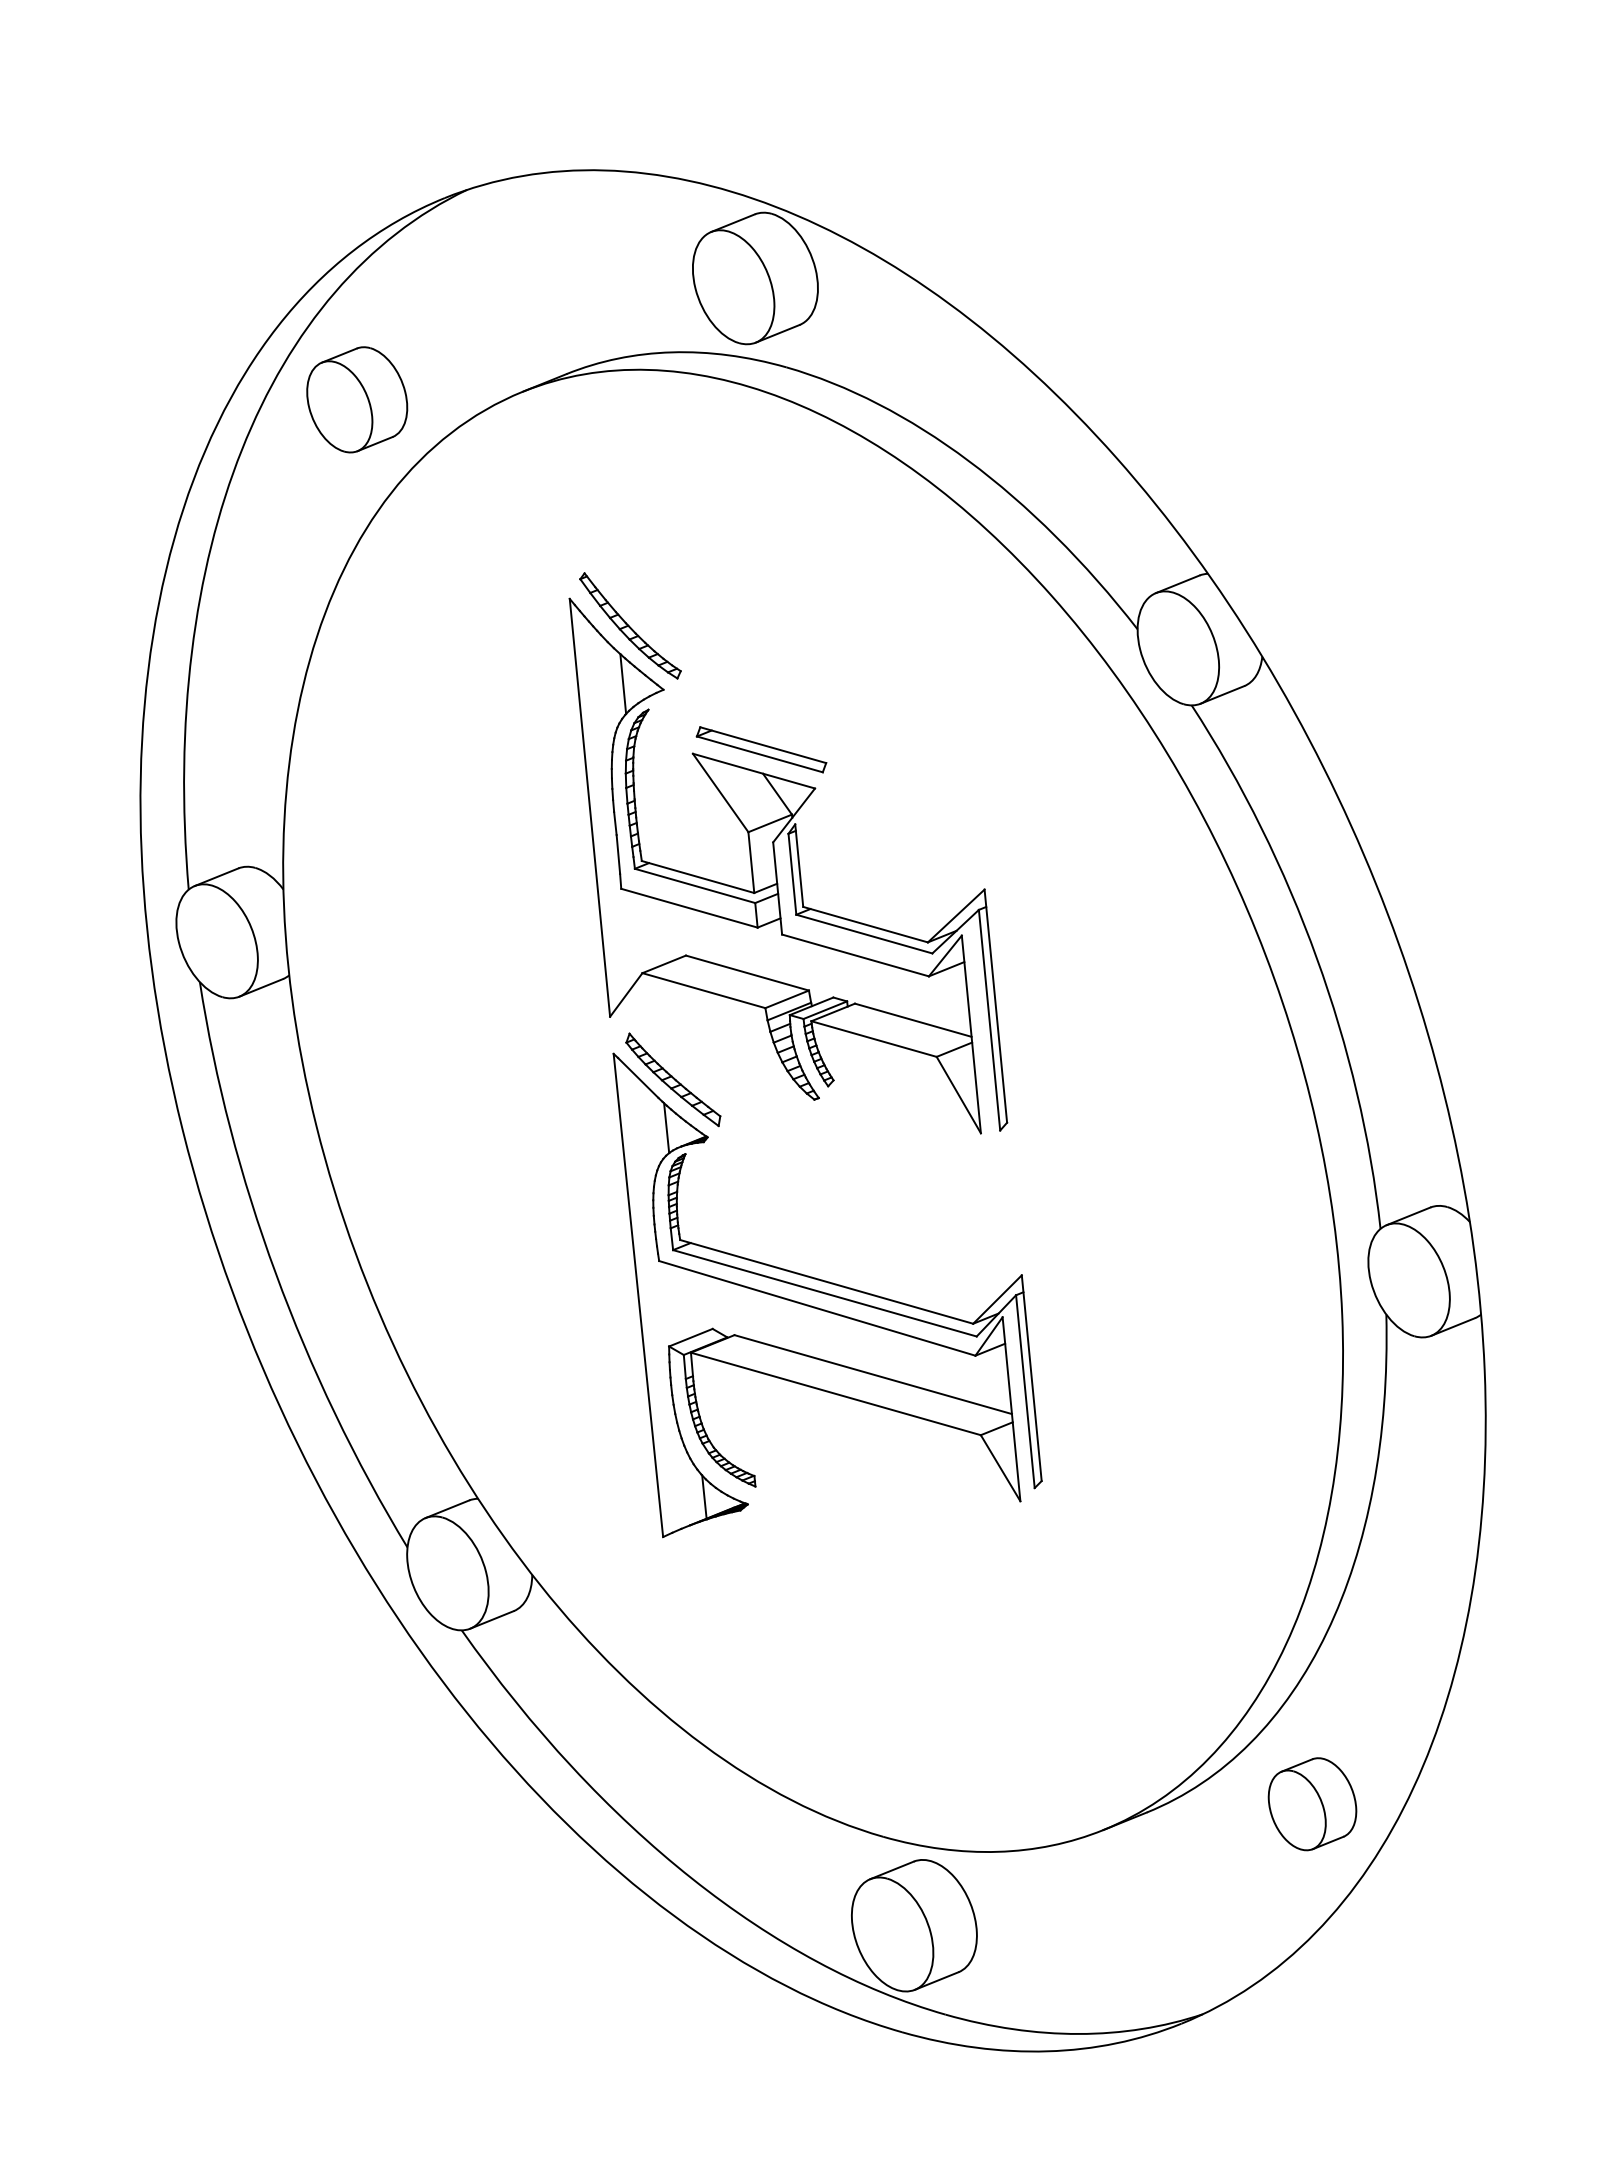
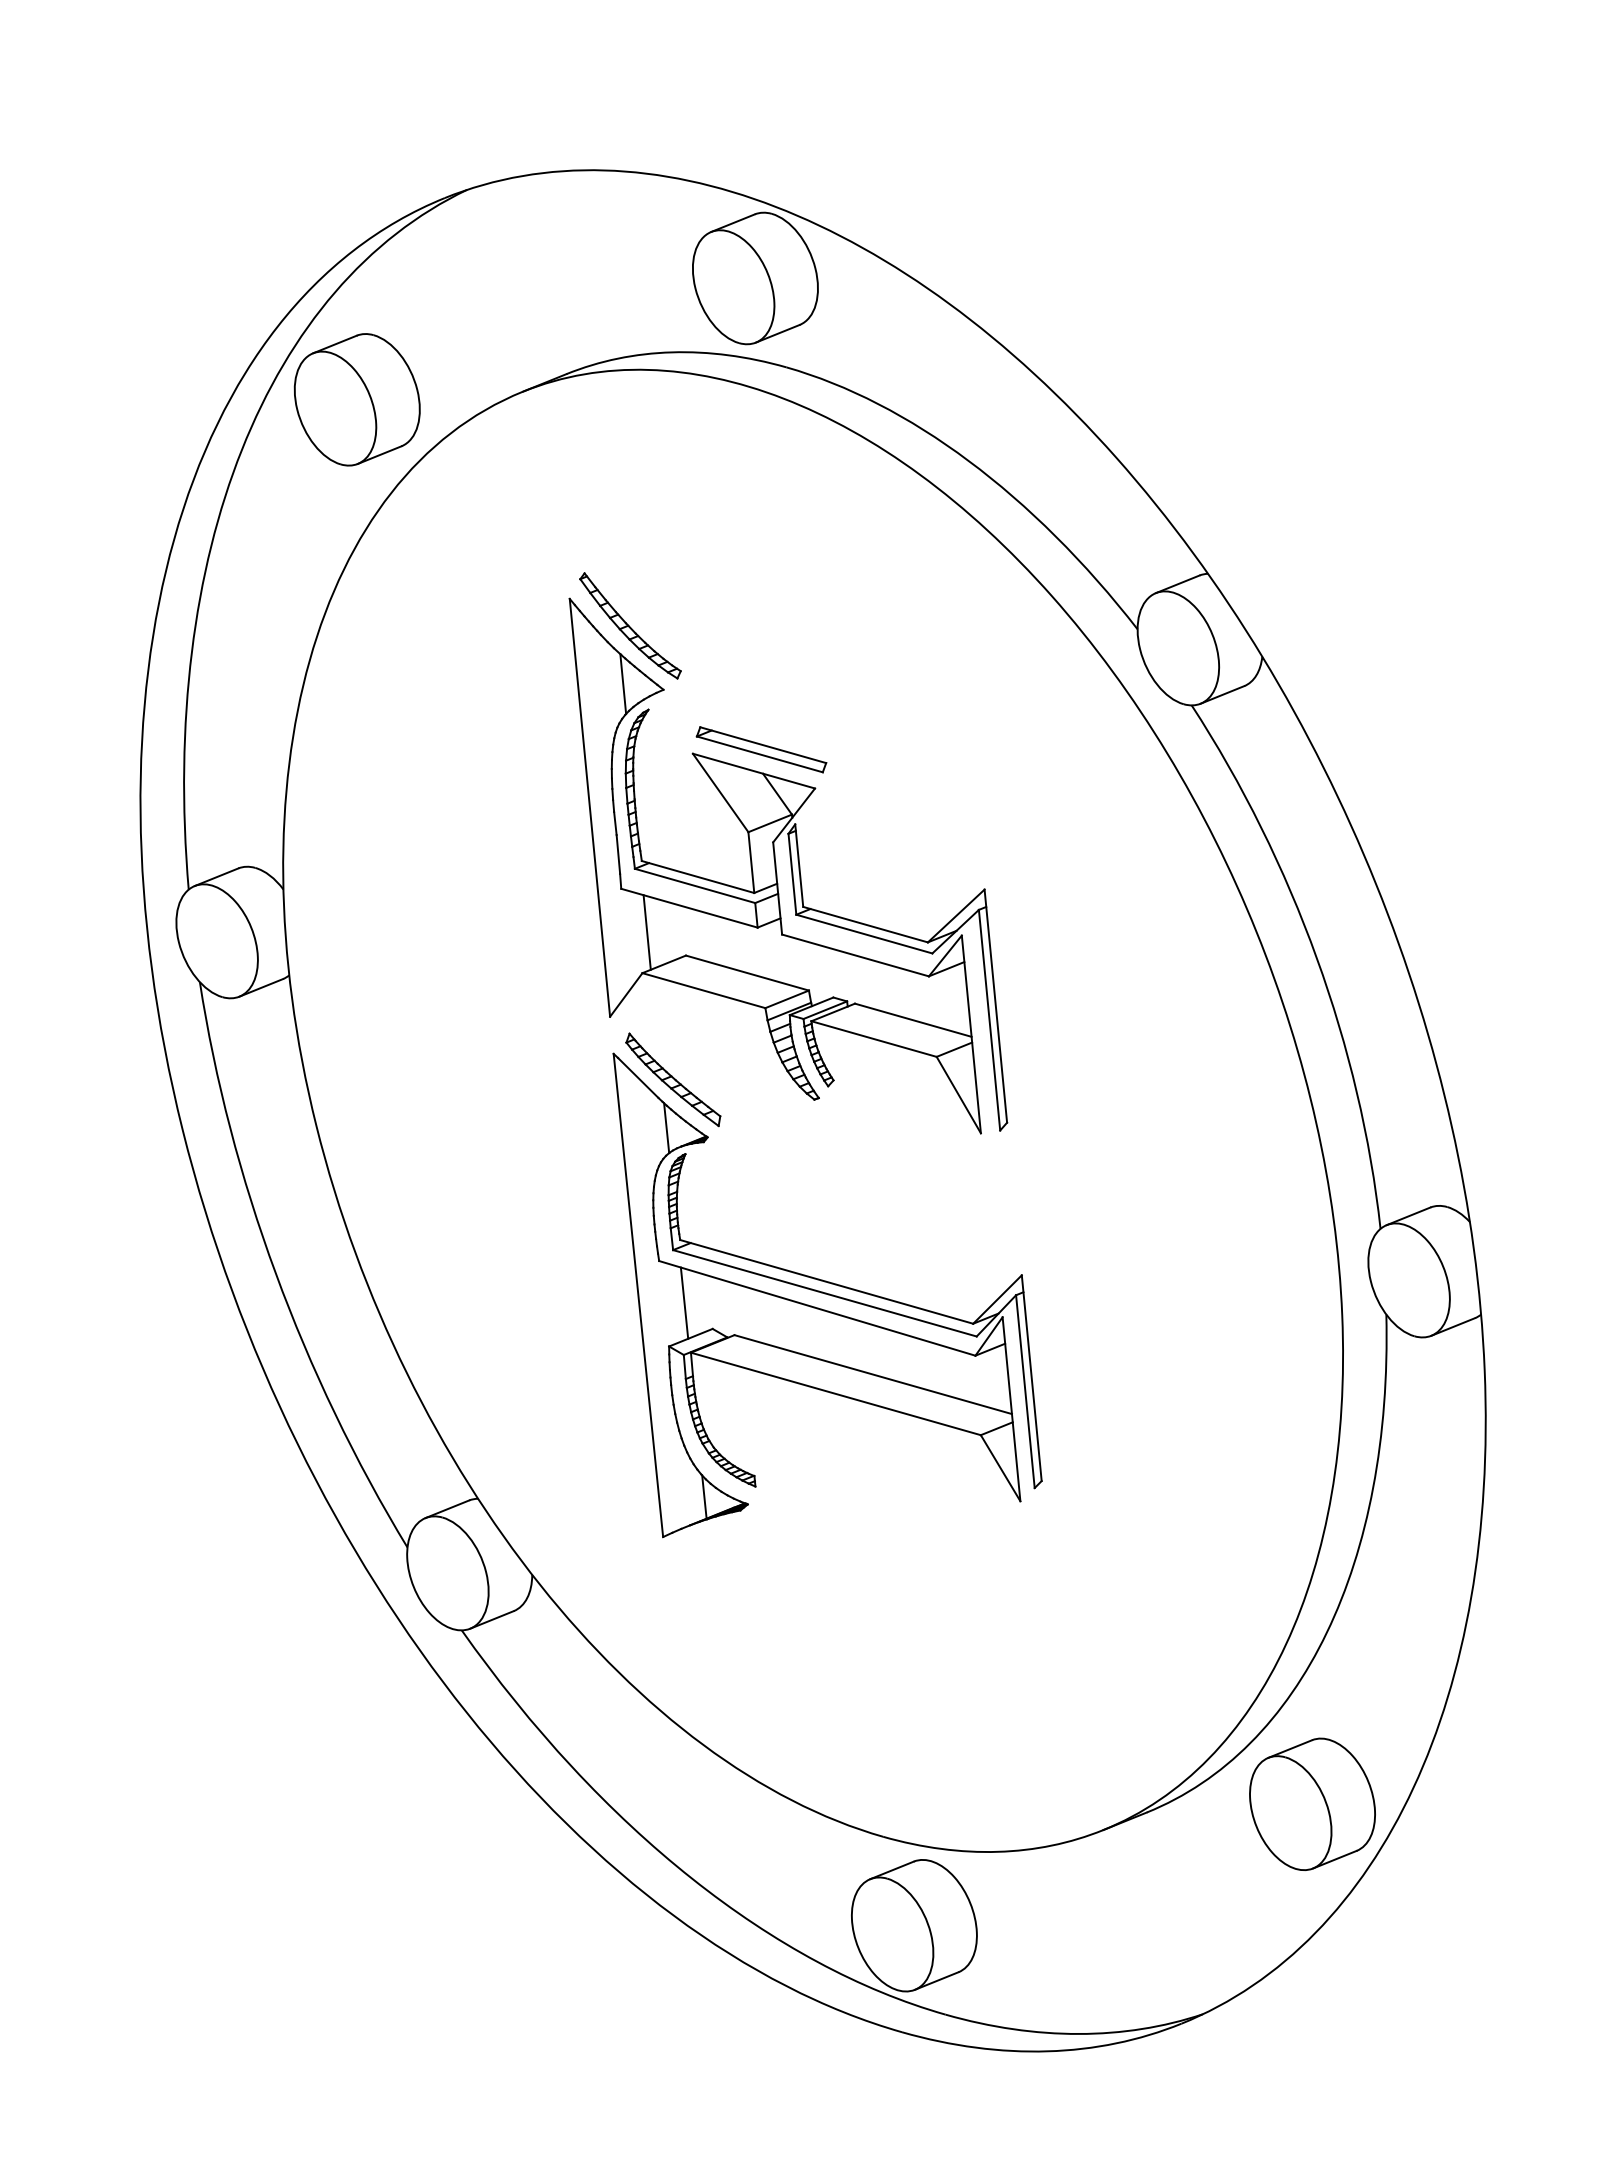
part at (357, 399) size: 103x108 px -> 128x134 px
line at (646, 932): none -> present
line at (684, 1302): none -> present
part at (1312, 1804) size: 91x95 px -> 127x134 px
